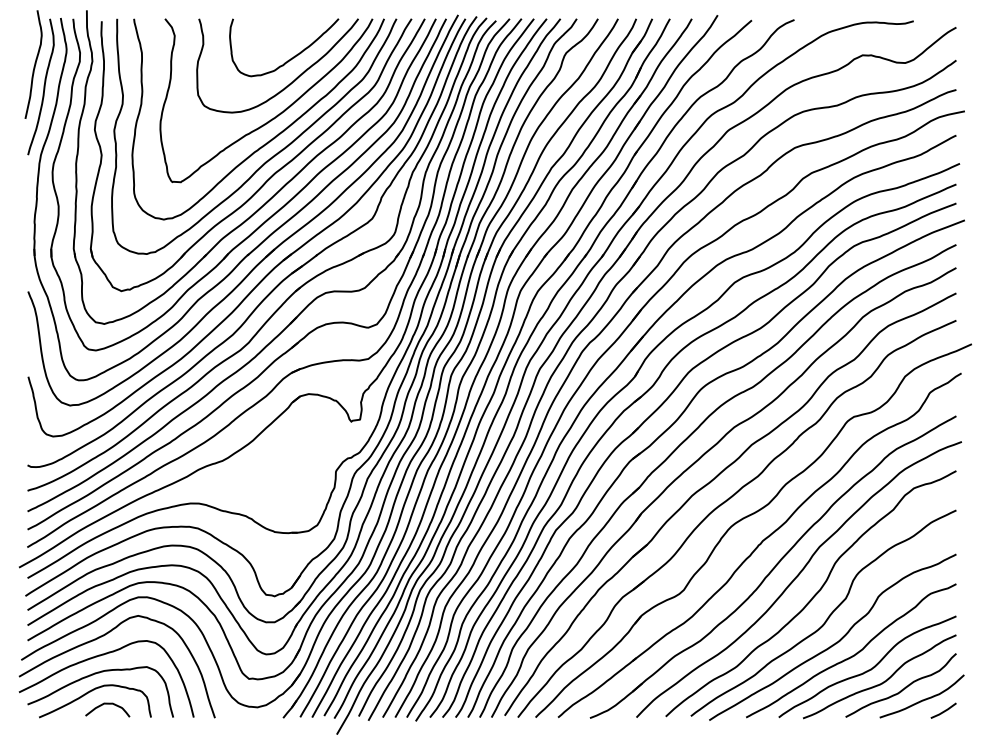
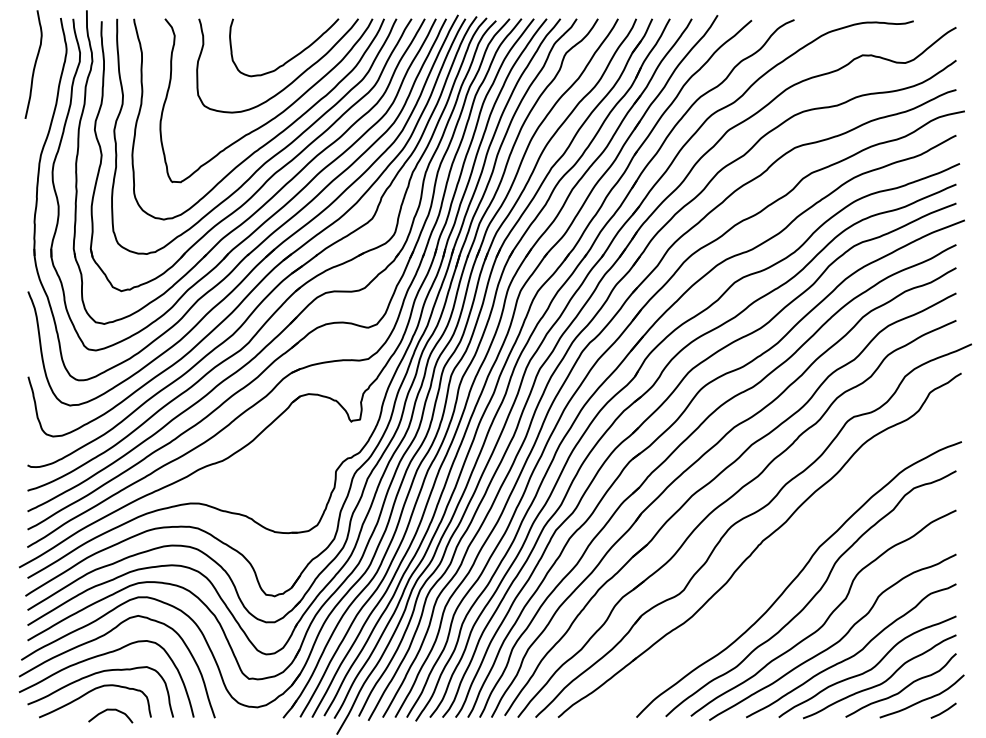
curve at (43, 86): present -> none
part at (772, 566): present -> none
curve at (107, 704) position: (107, 704) -> (110, 710)
